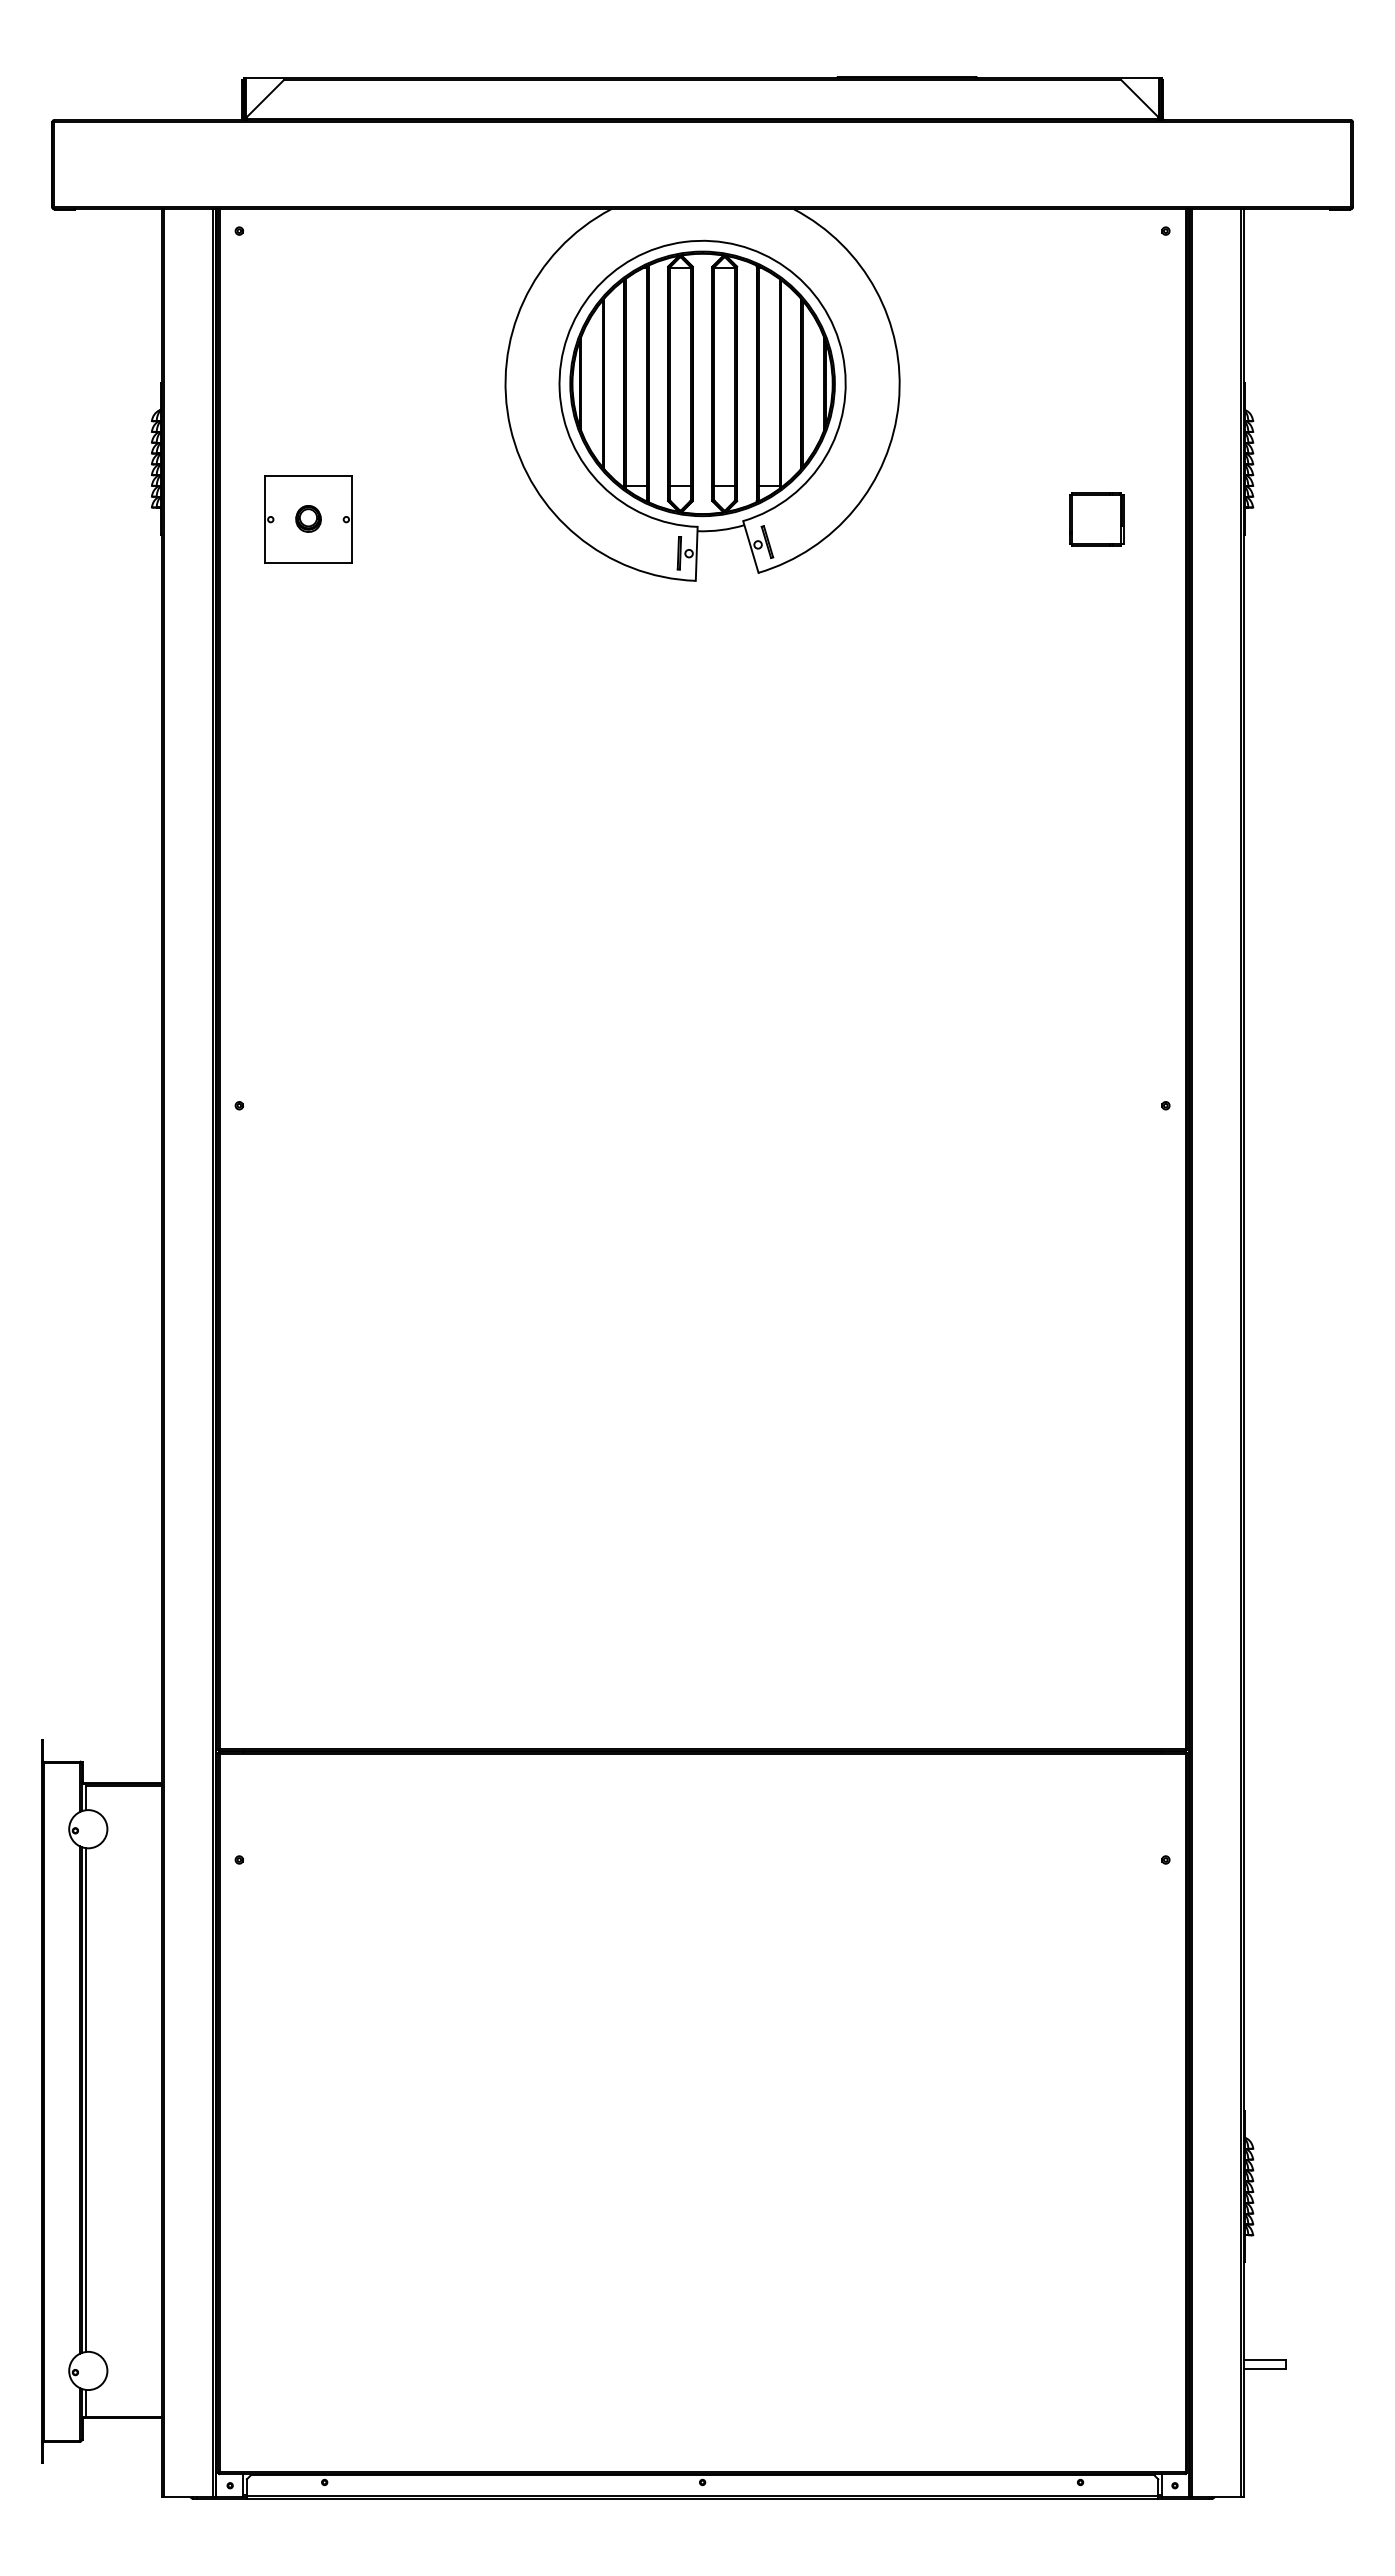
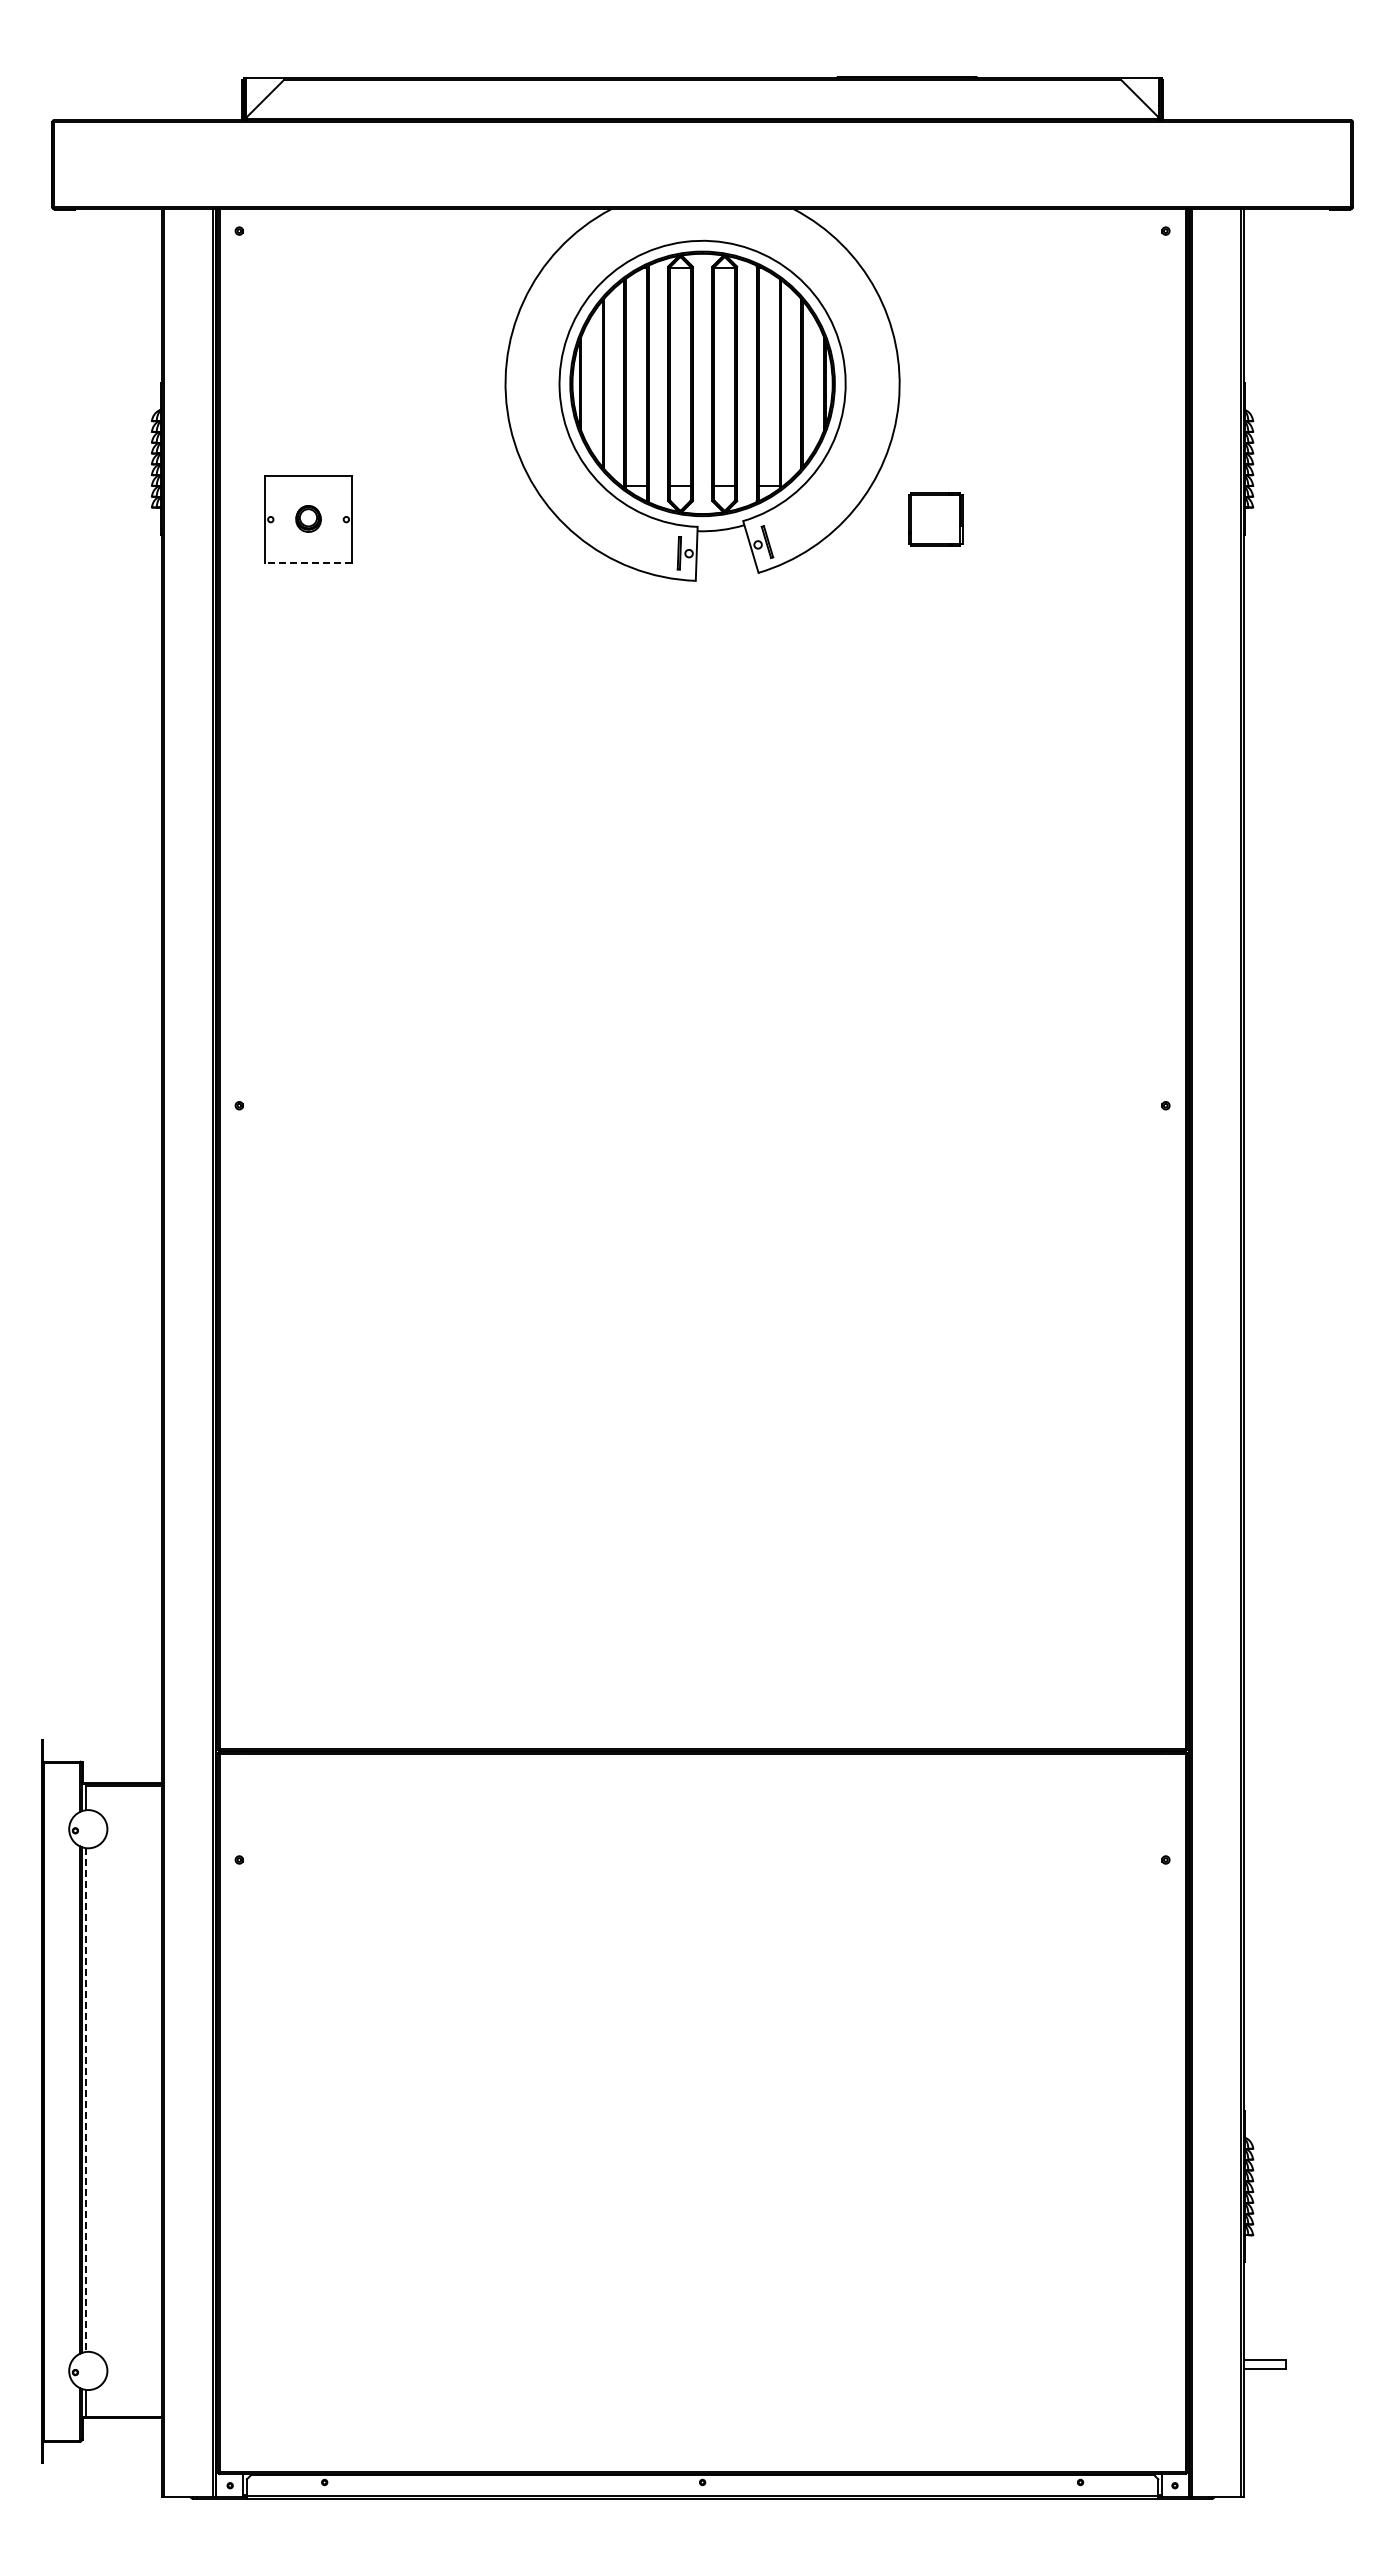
part at (1096, 519) position: (1096, 519) -> (935, 519)
line at (308, 562): solid -> dashed
line at (86, 2100): solid -> dashed
